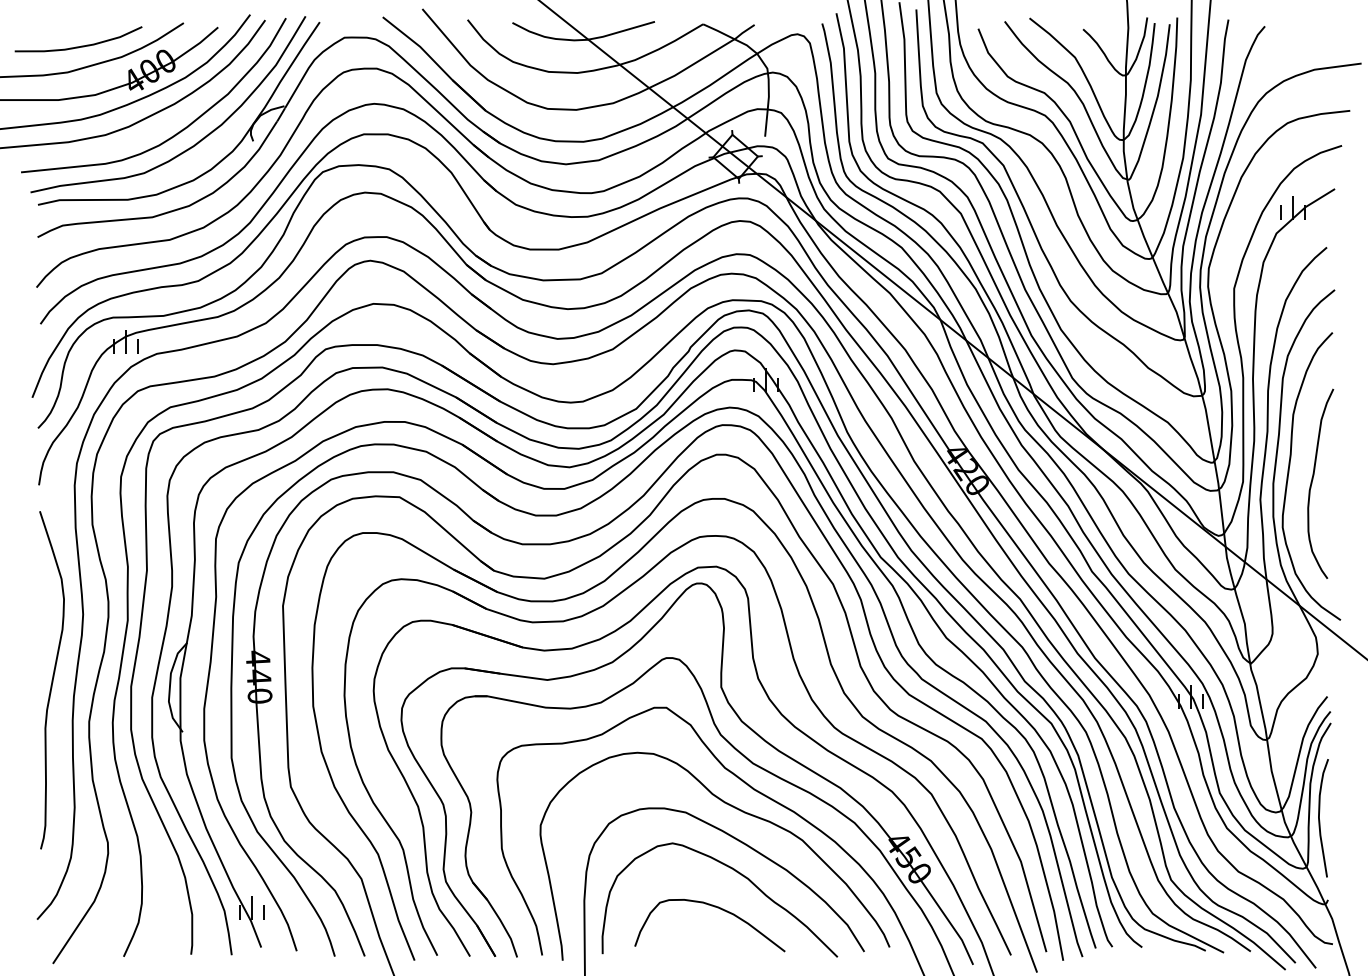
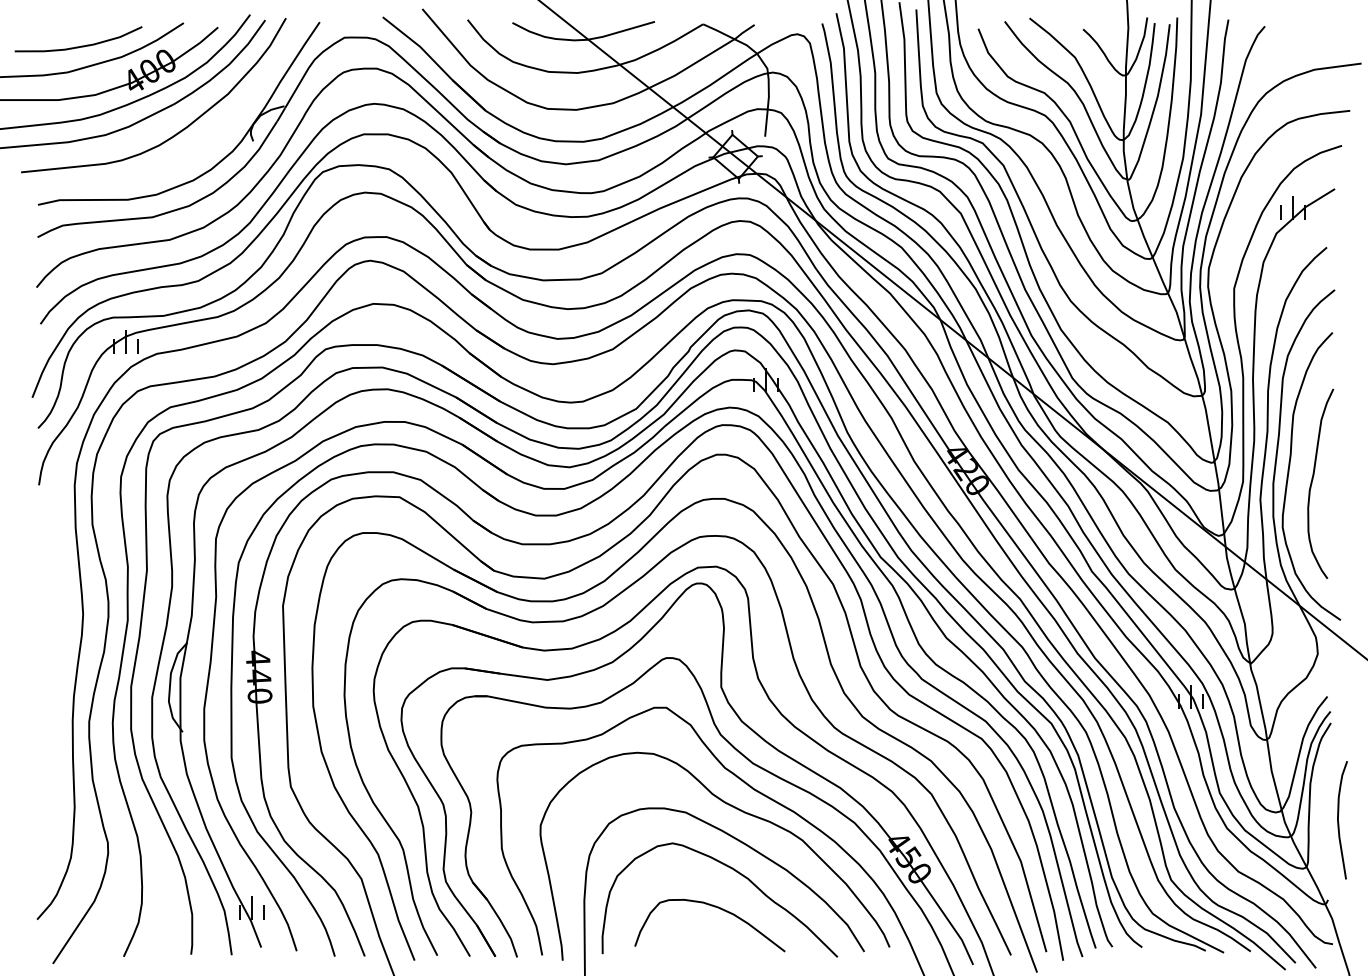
curve at (196, 142): present -> none
curve at (51, 680): present -> none
curve at (1320, 820) position: (1320, 820) -> (1339, 822)
